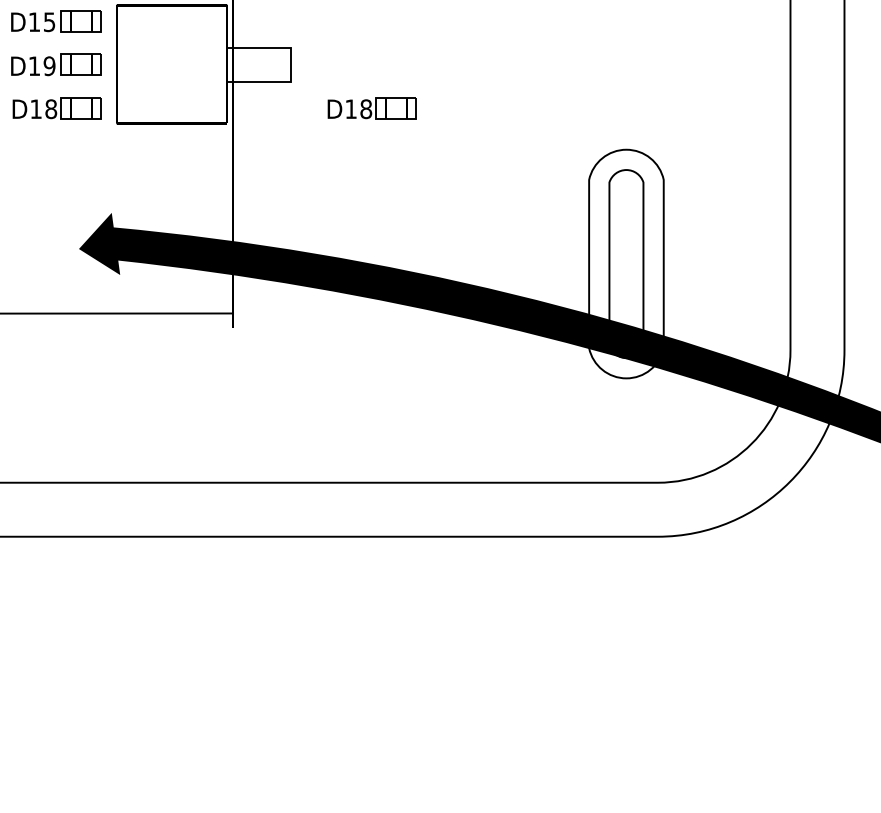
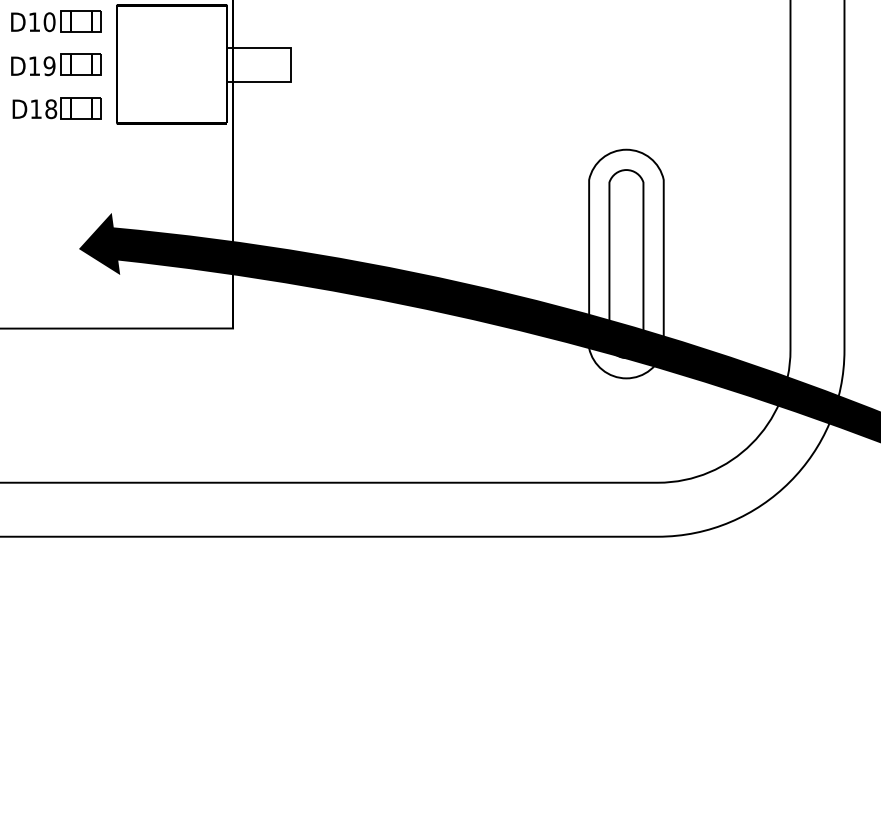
text at (49, 22): D15 -> D10
part at (371, 108): present -> none
line at (117, 313) position: (117, 313) -> (117, 328)
